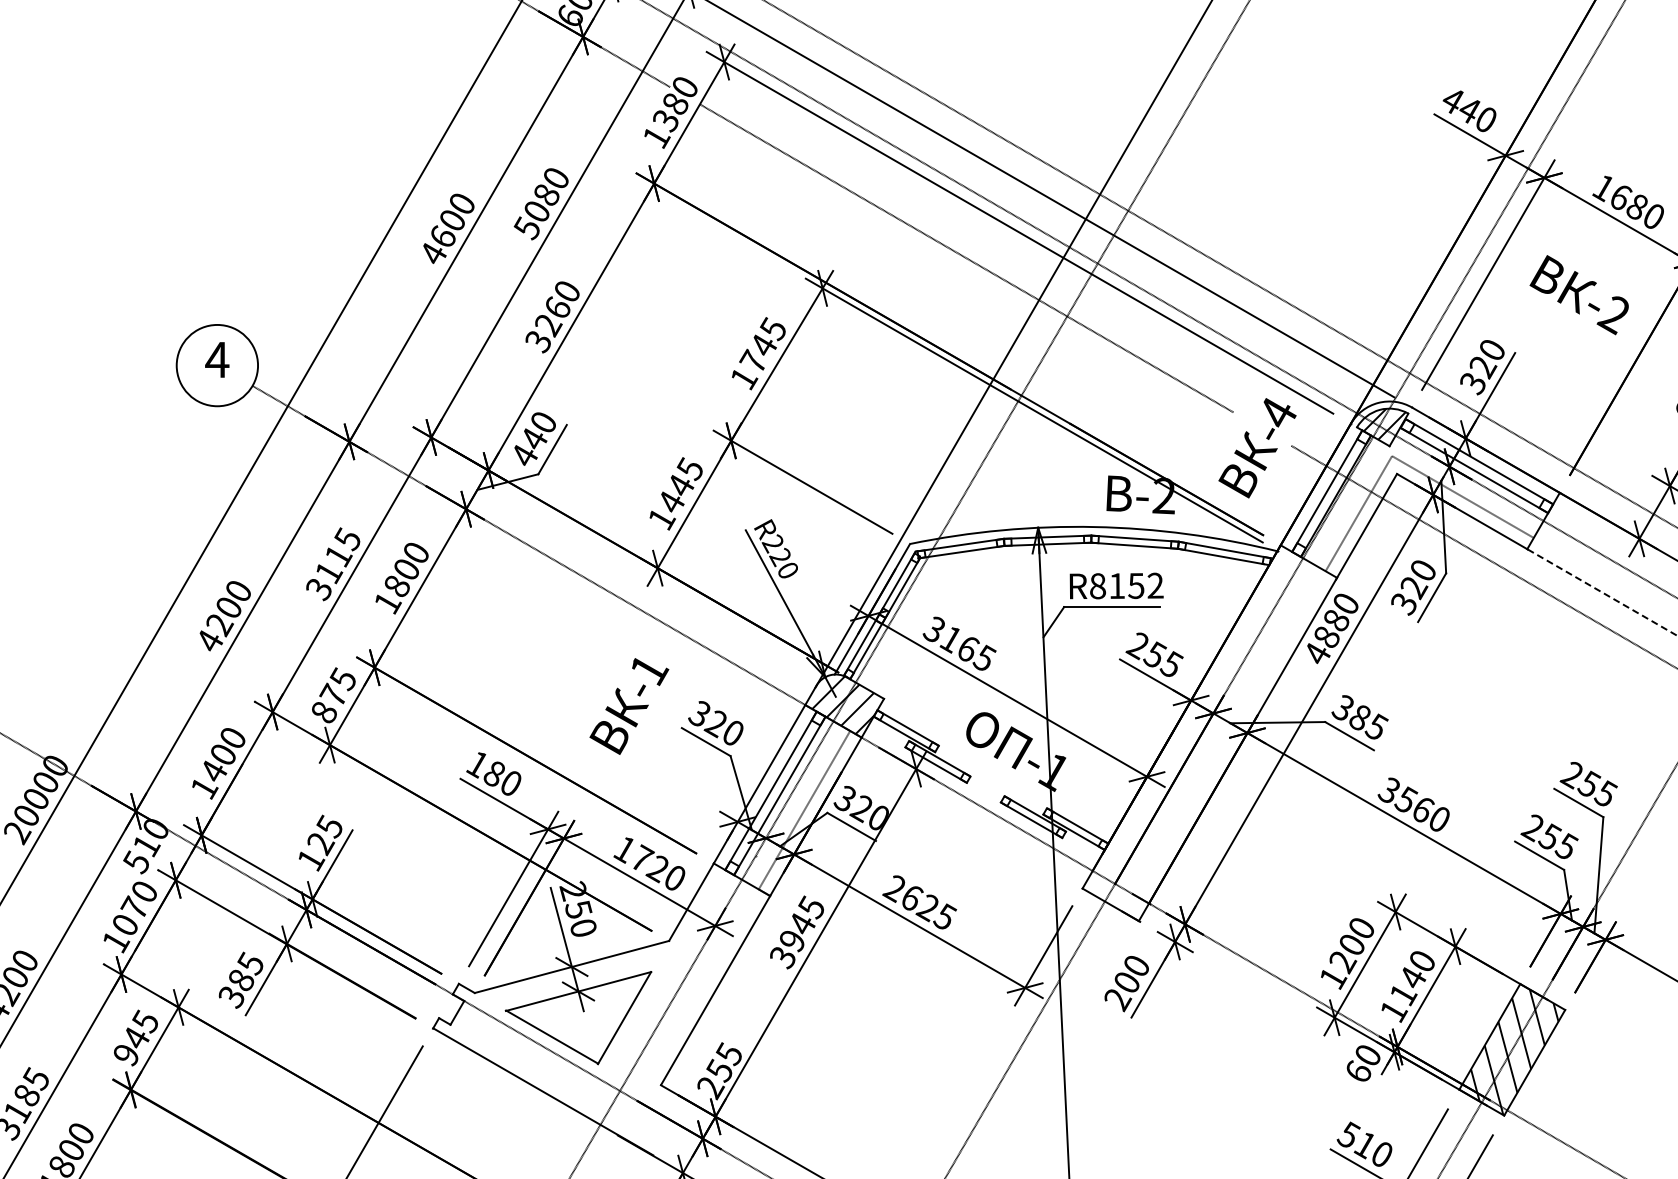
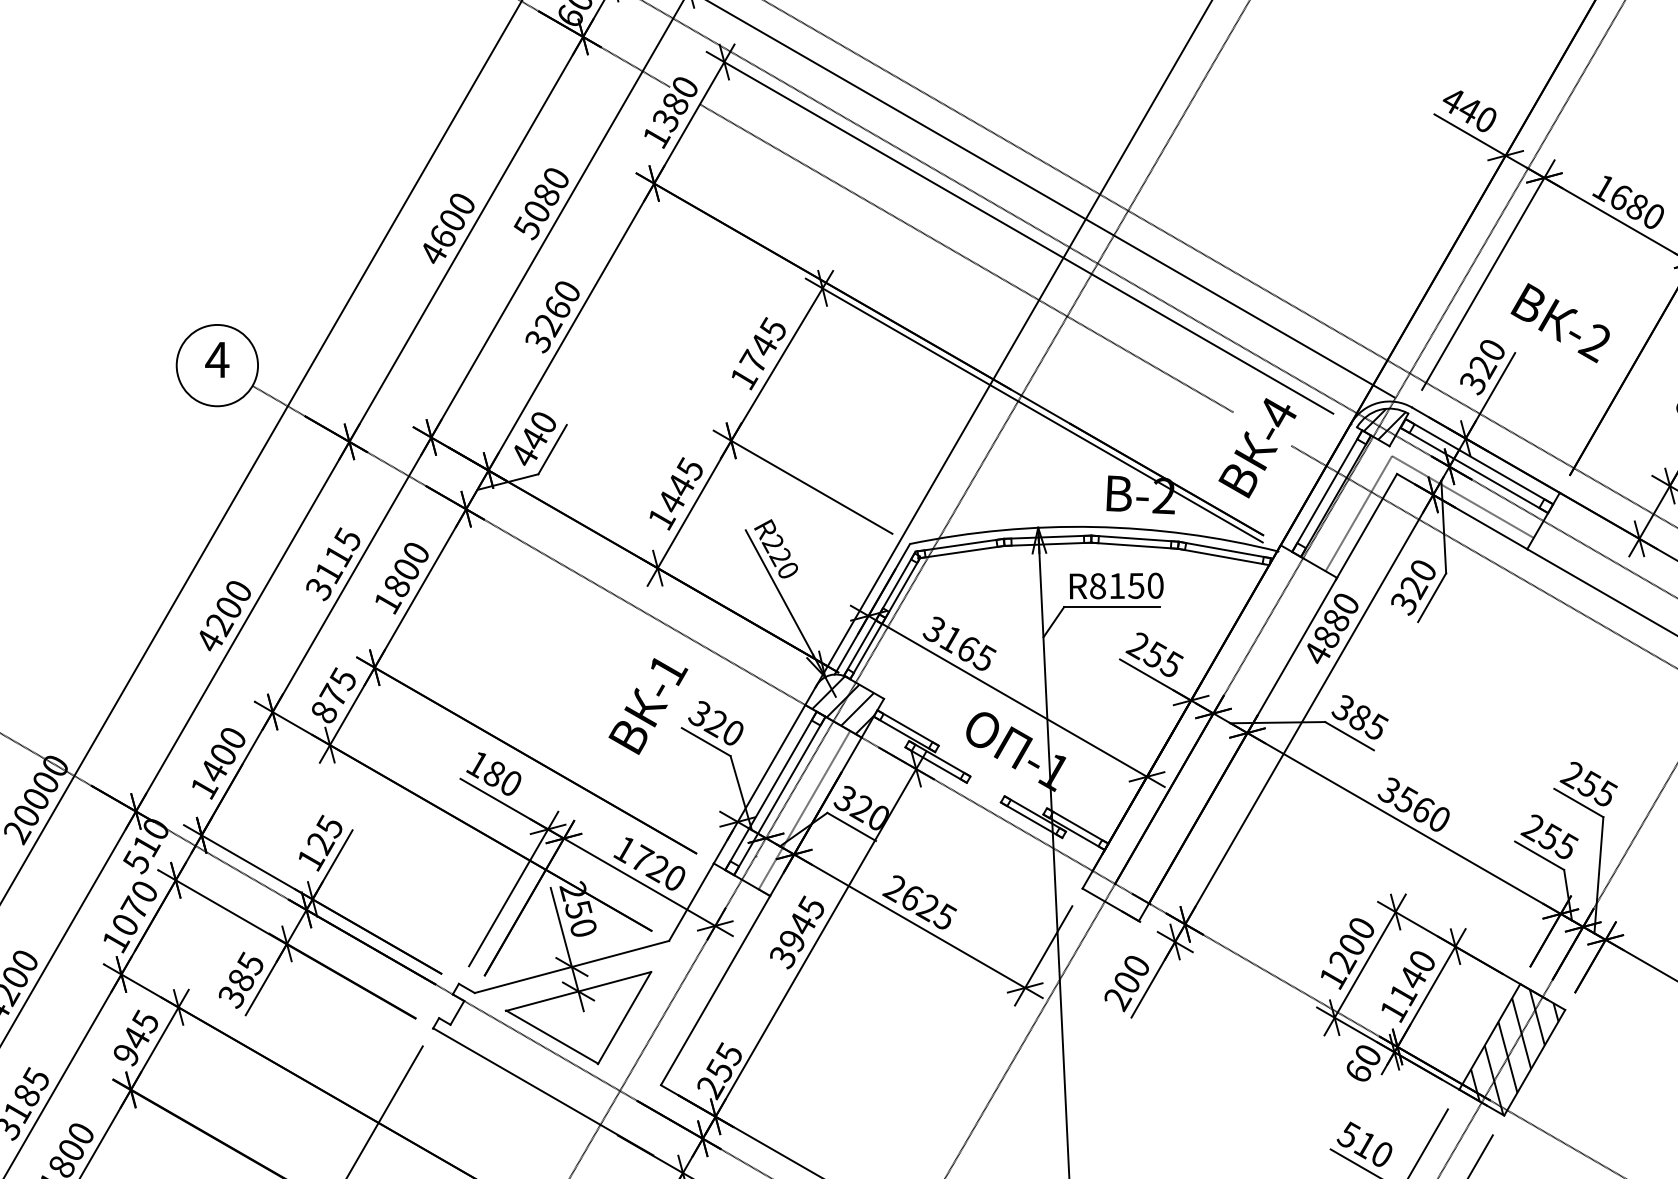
text at (1578, 295) position: (1578, 295) -> (1559, 323)
text at (1155, 585): R8152 -> R8150
line at (1603, 592): dashed -> solid
text at (629, 706) position: (629, 706) -> (648, 706)
